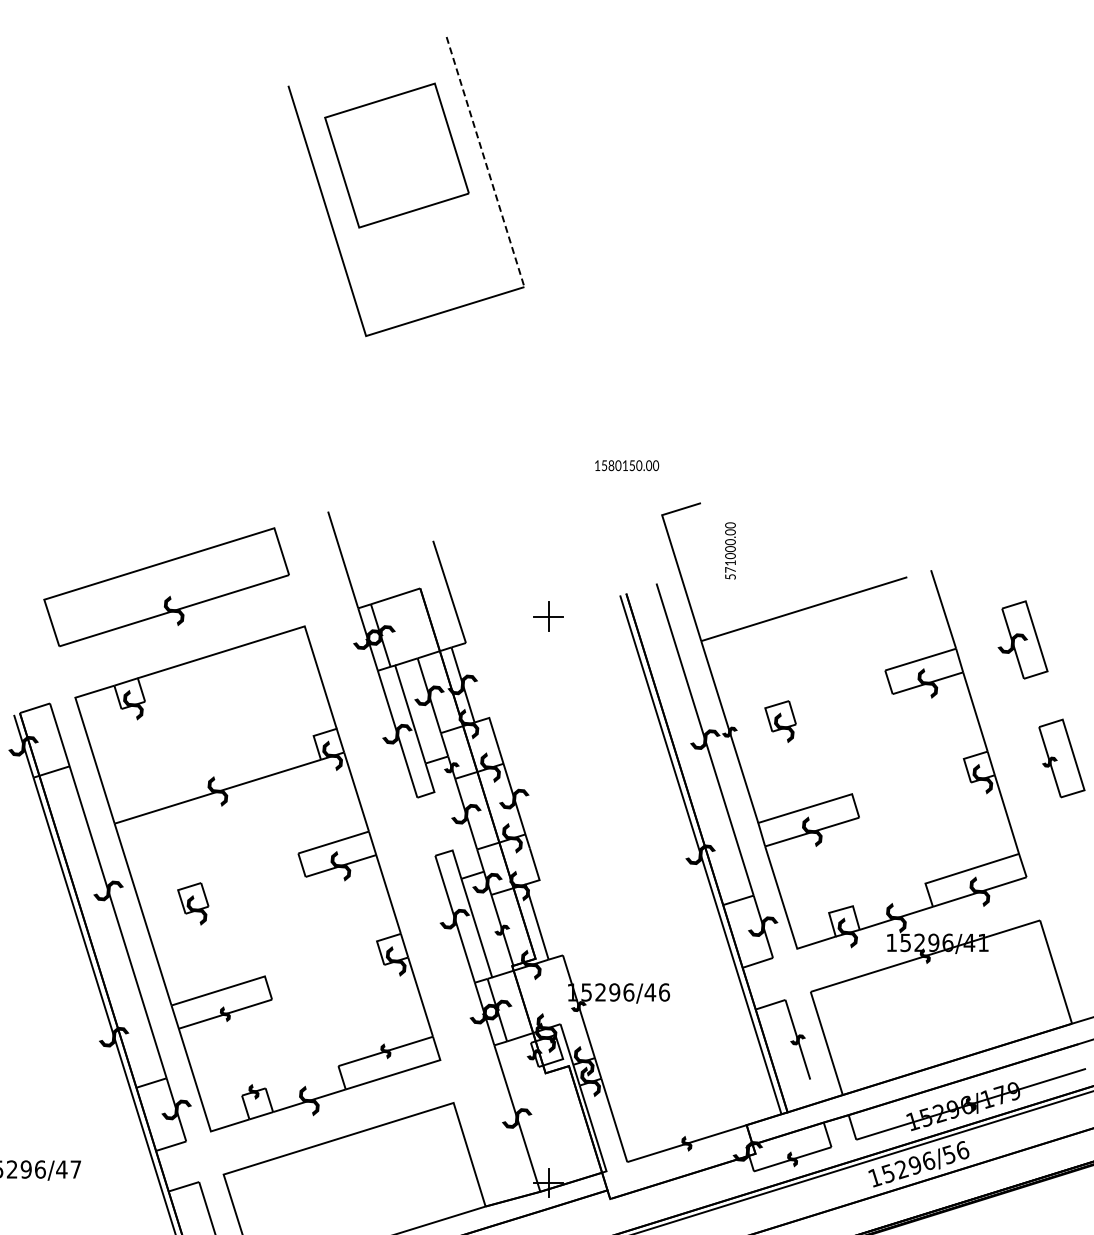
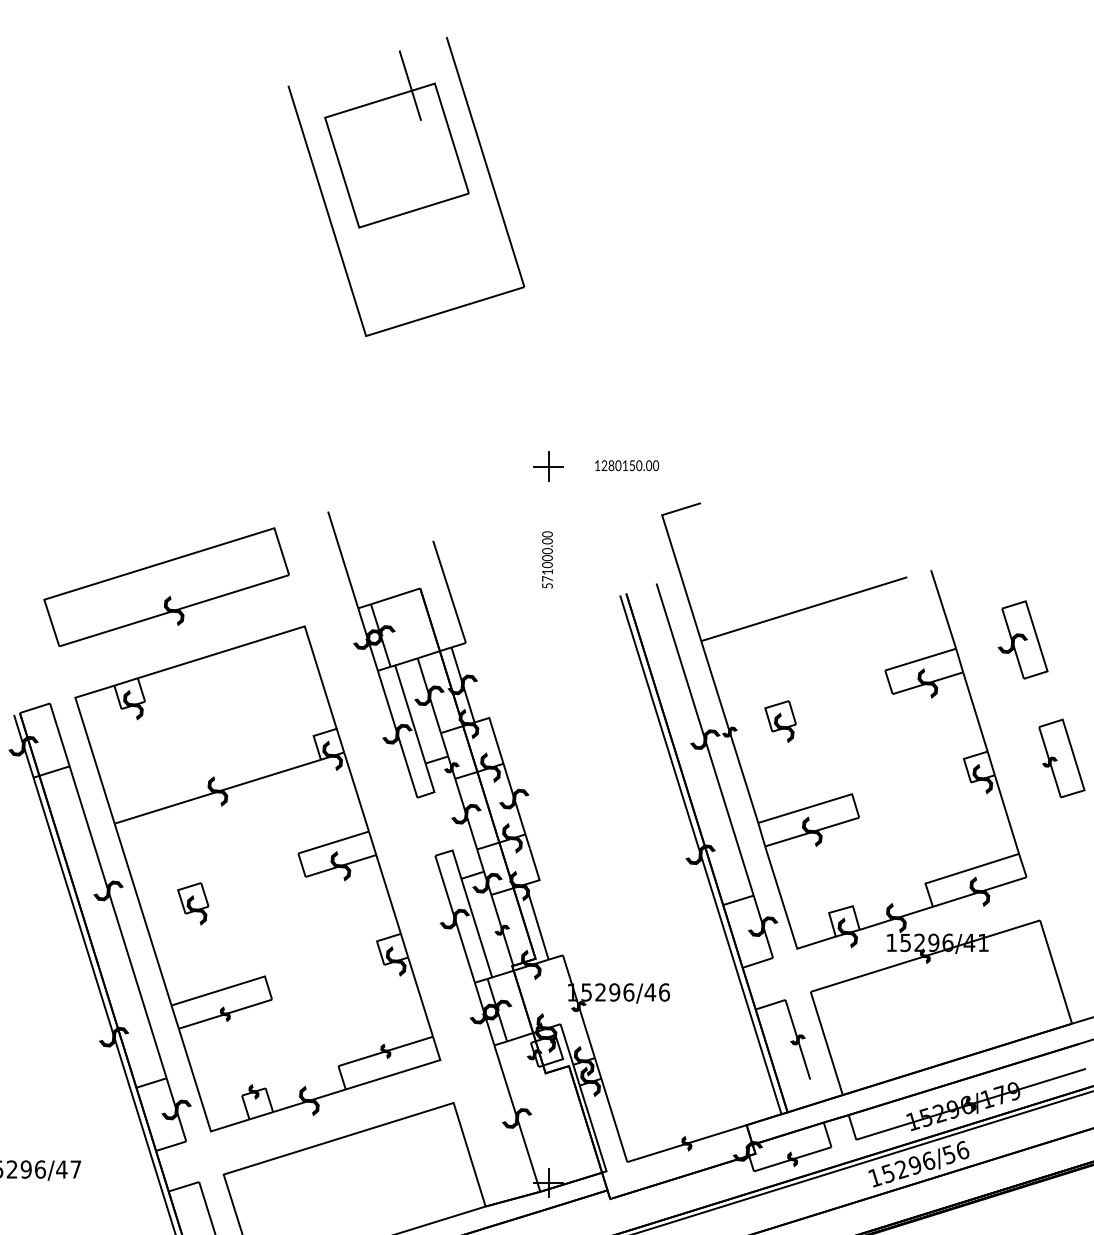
line at (409, 85): none -> present
line at (485, 162): dashed -> solid
text at (604, 465): 1580150.00 -> 1280150.00
text at (730, 550) position: (730, 550) -> (547, 559)
part at (548, 616) position: (548, 616) -> (548, 466)
